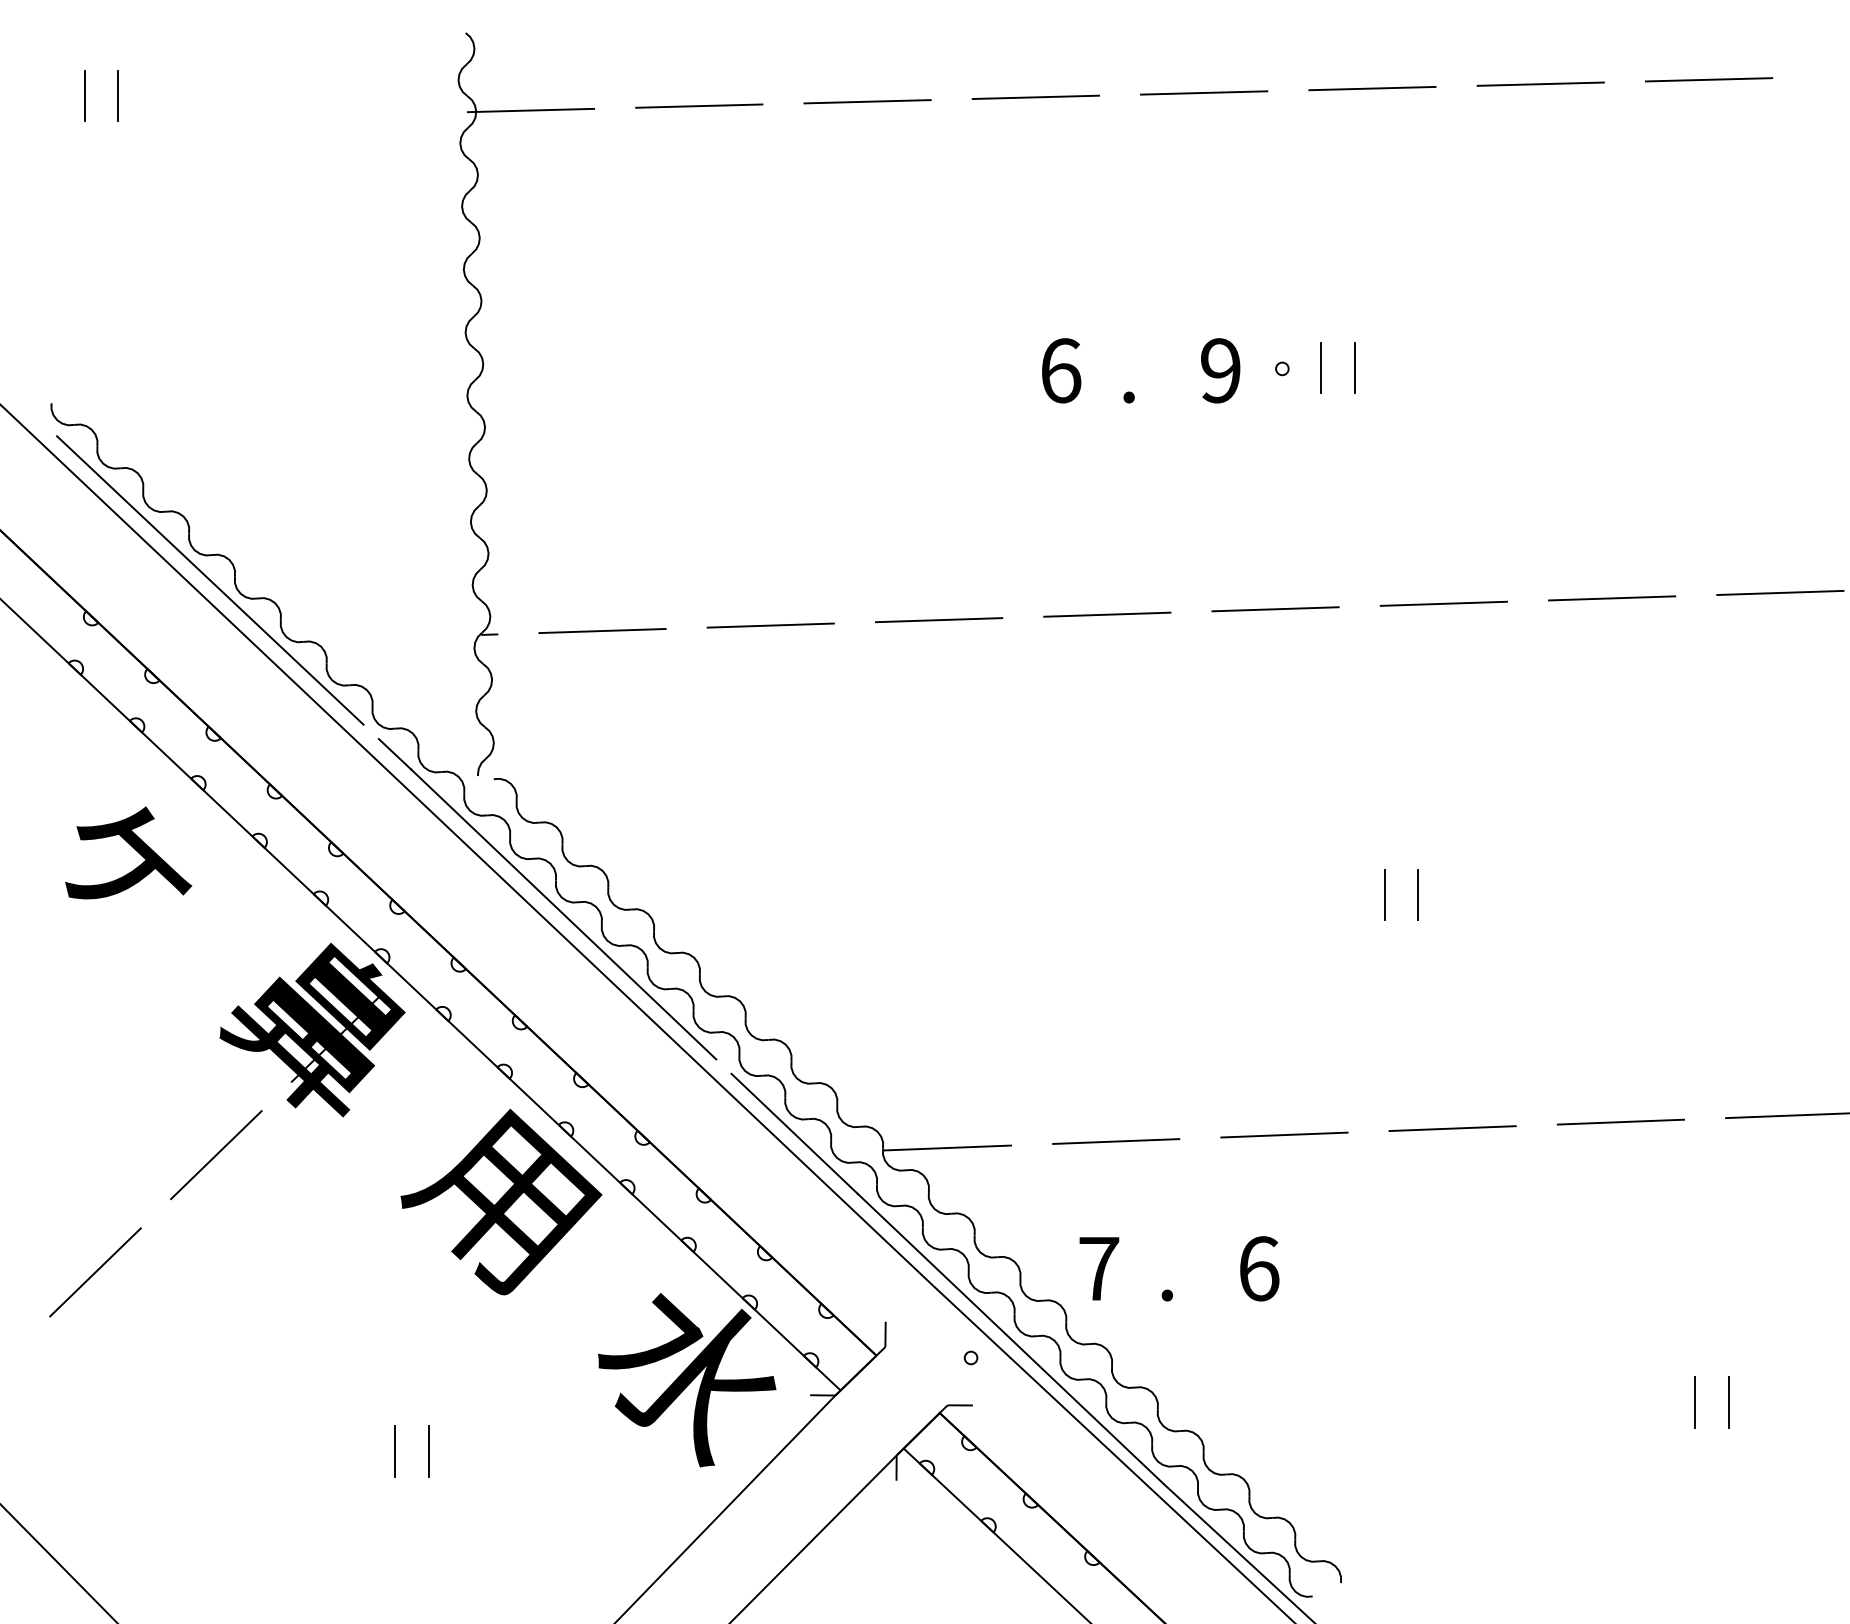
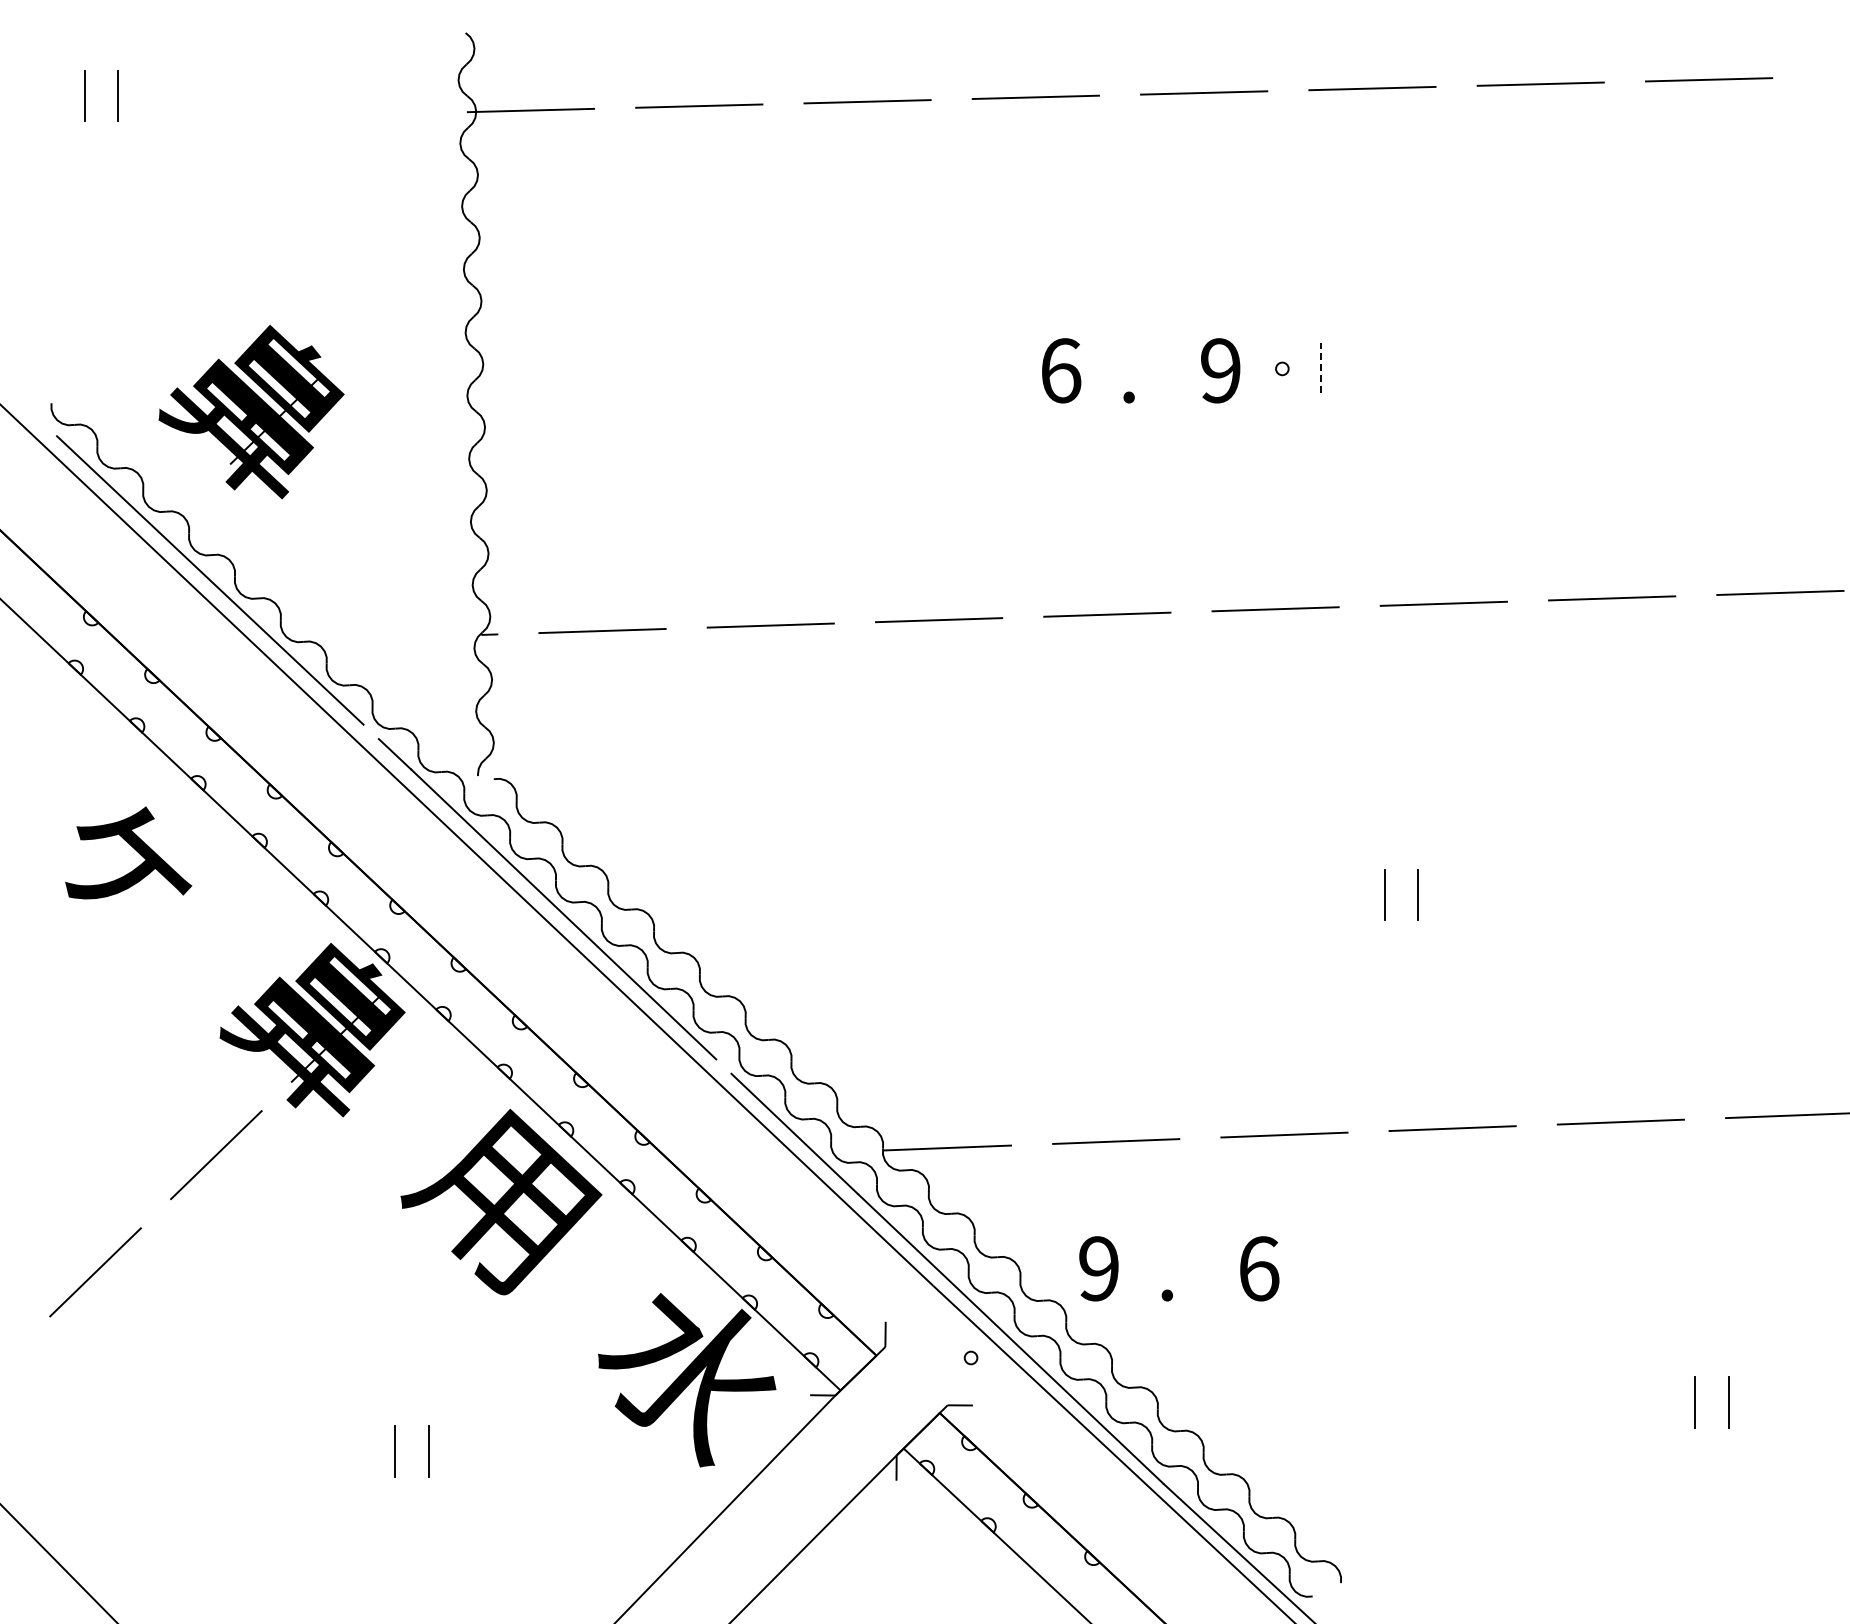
line at (1321, 367): solid -> dashed
line at (1355, 367): present -> none
part at (251, 412): none -> present
text at (1099, 1268): 7 -> 9
